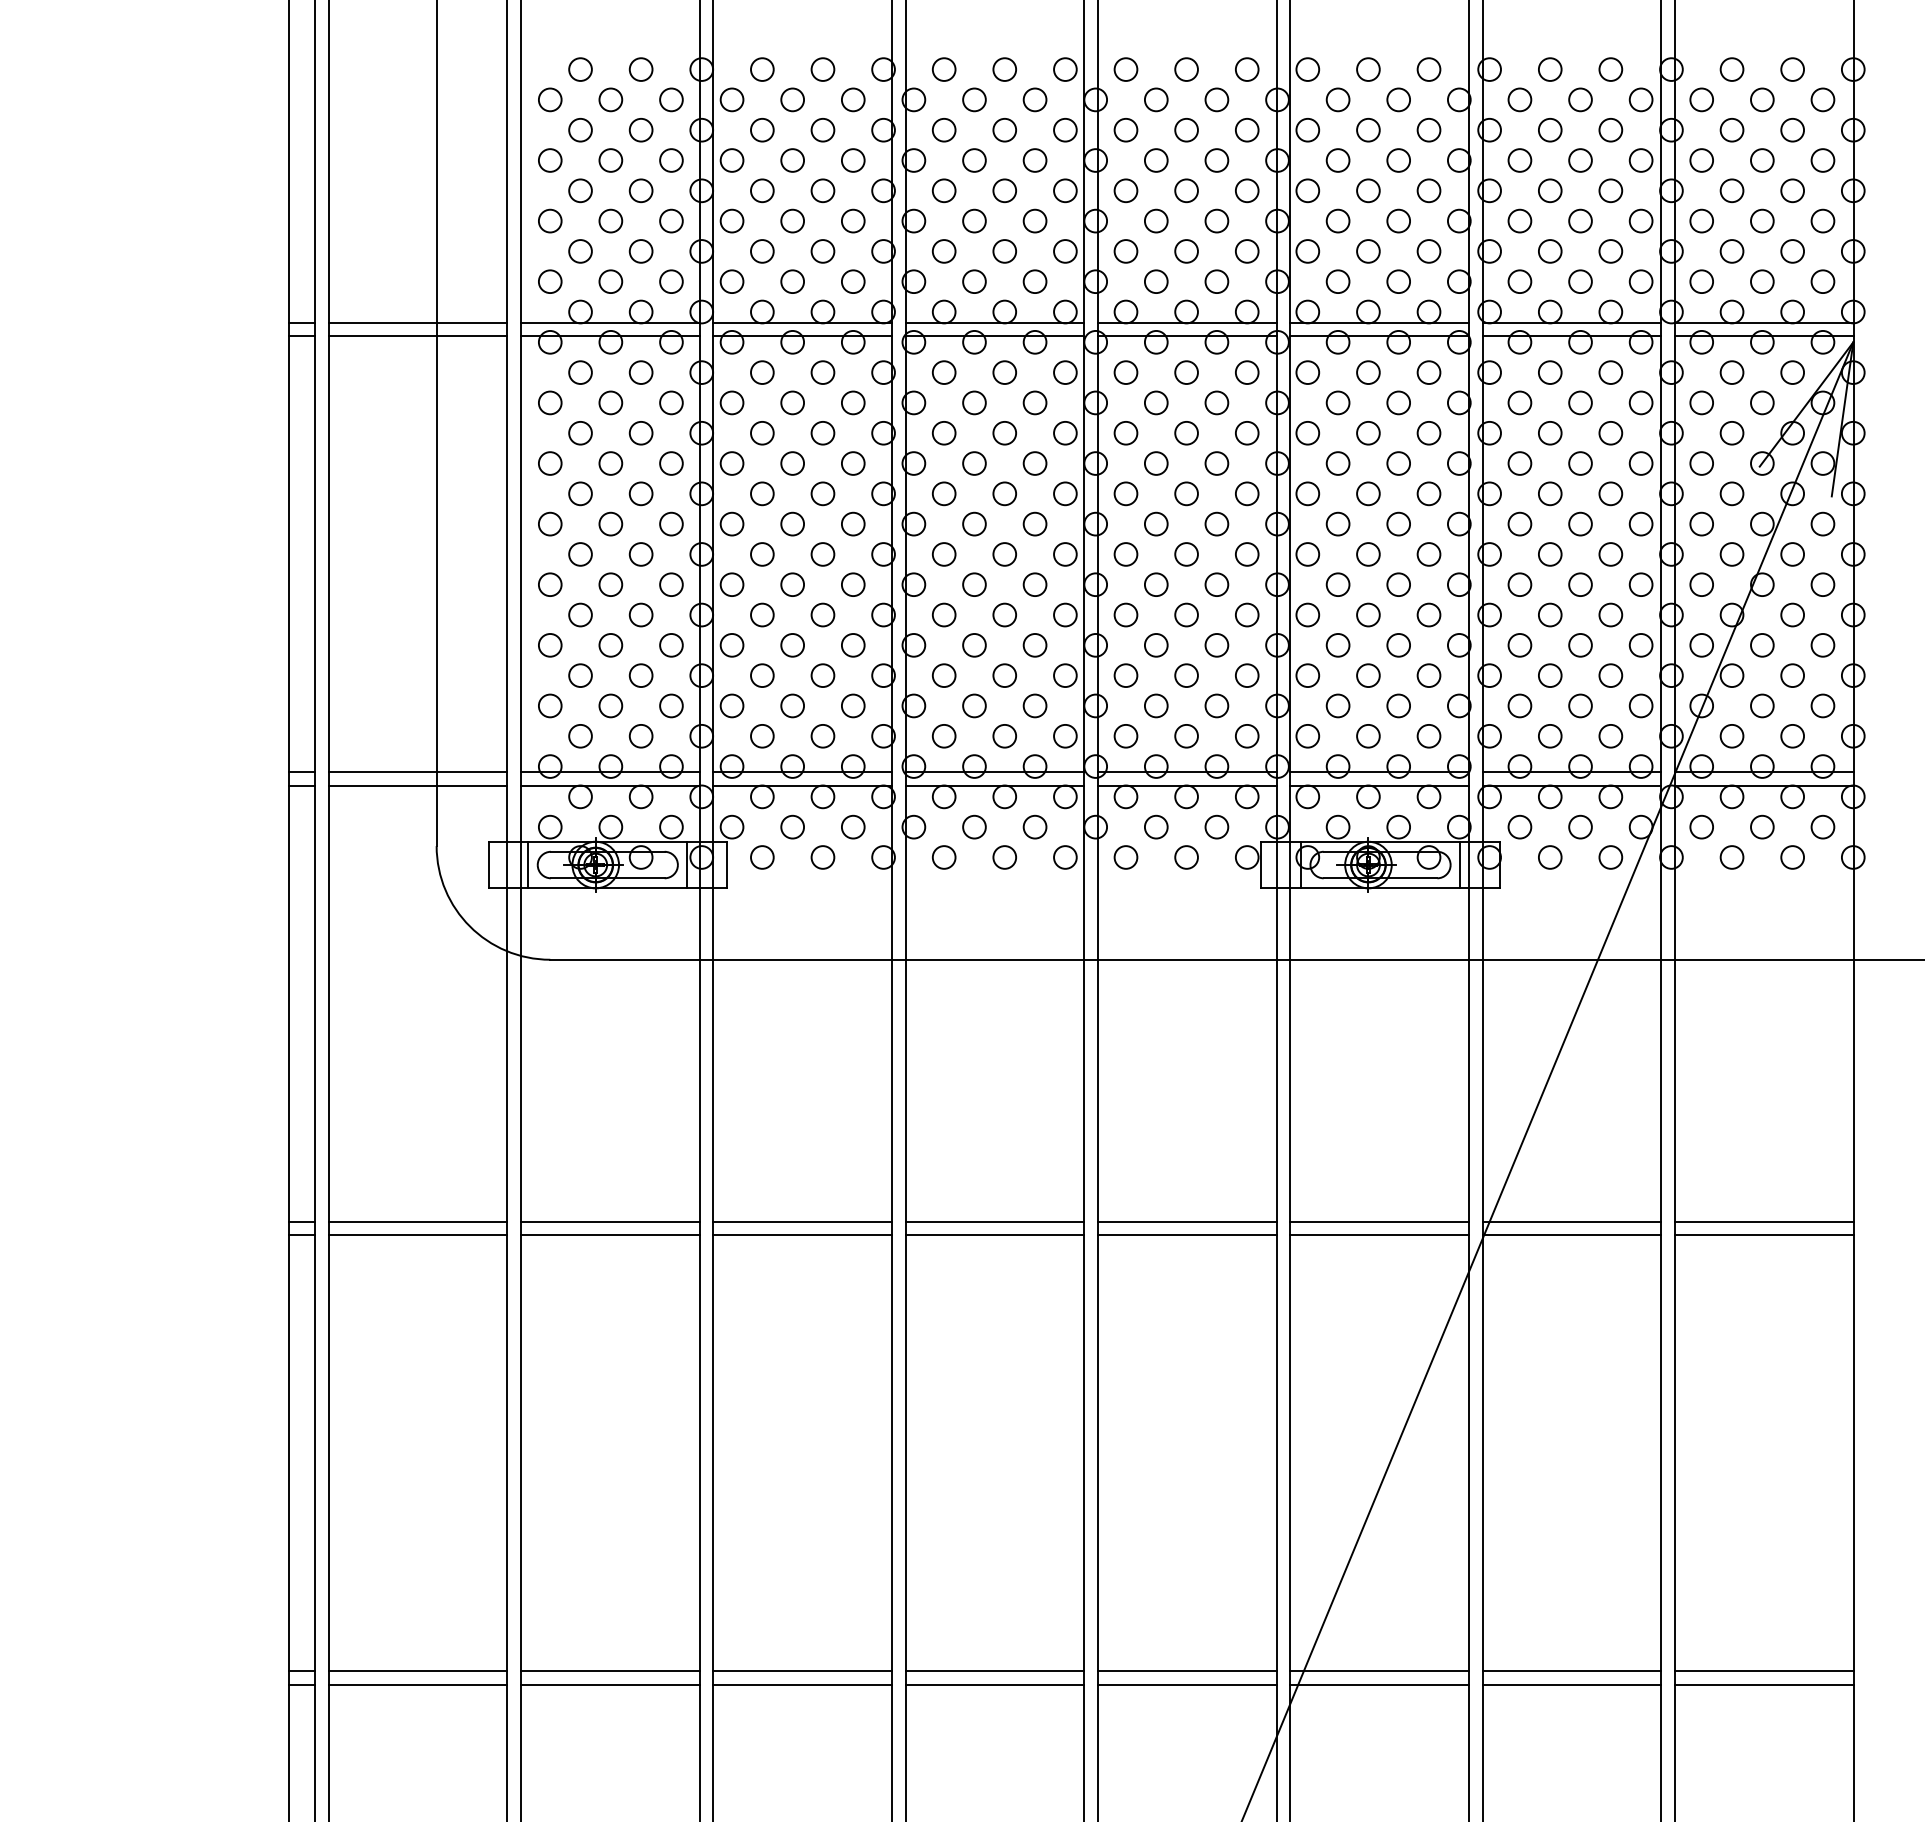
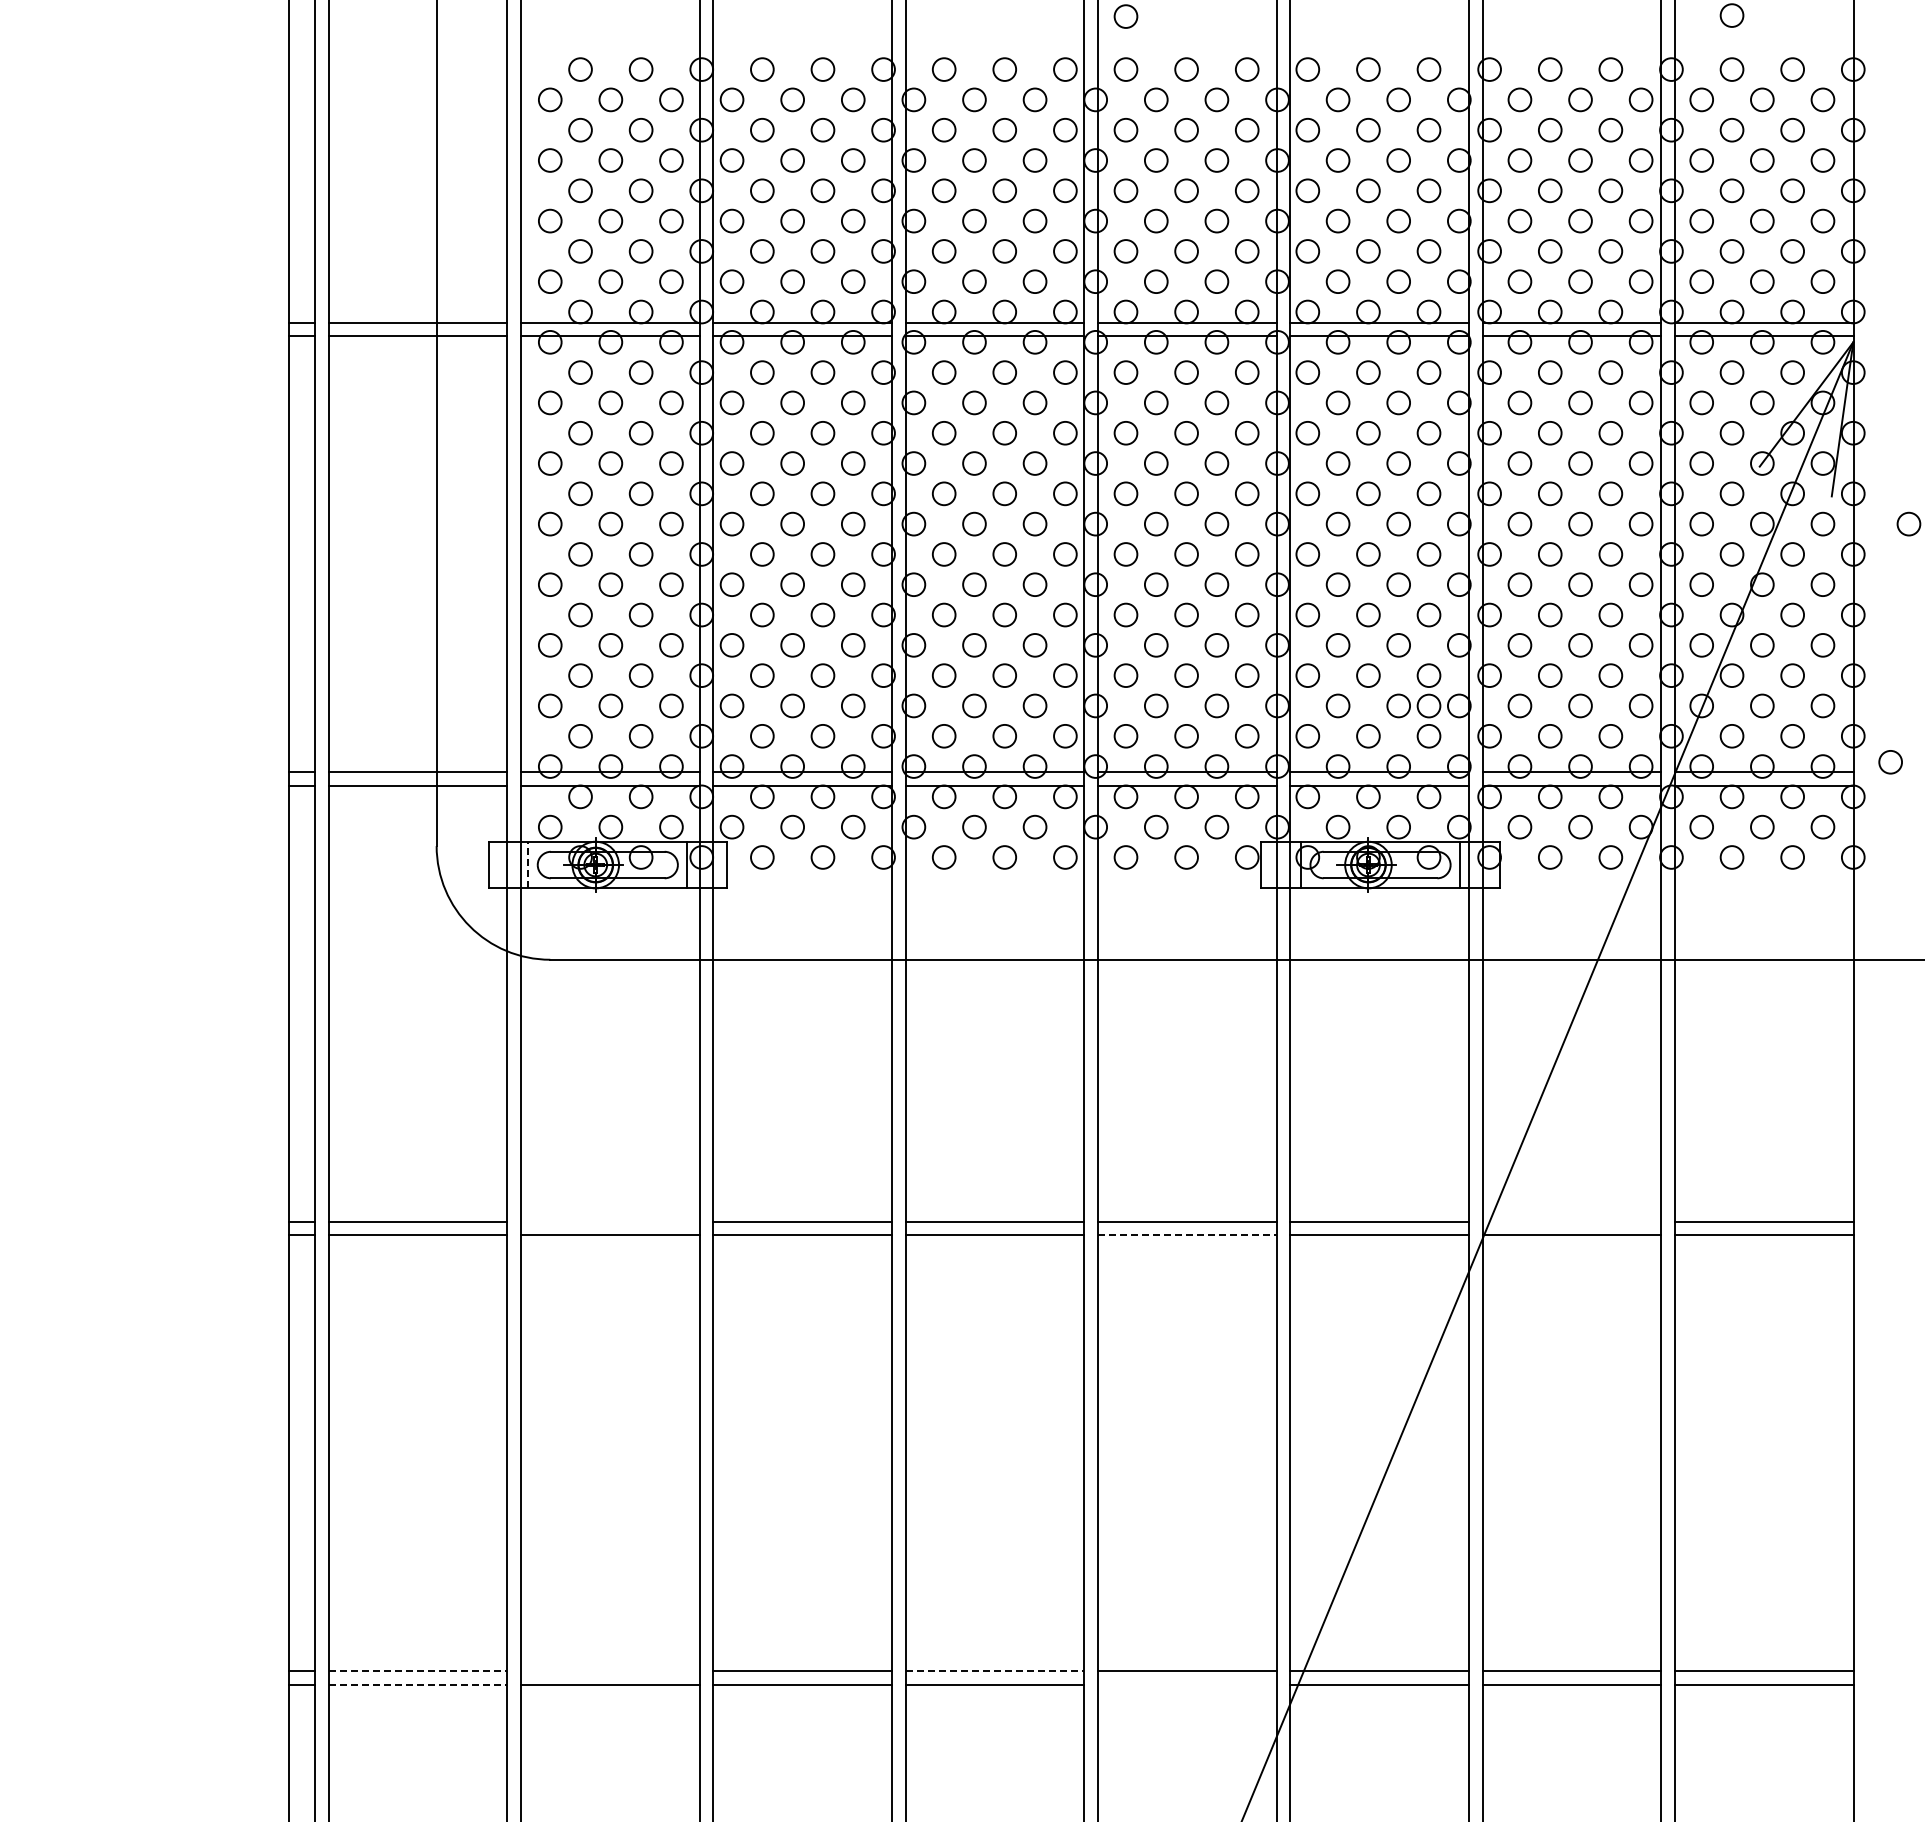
circle at (1731, 15): none -> present
circle at (1125, 16): none -> present
circle at (1908, 523): none -> present
circle at (1428, 705): none -> present
circle at (1890, 762): none -> present
line at (528, 865): solid -> dashed
line at (610, 1221): present -> none
line at (1571, 1221): present -> none
line at (1187, 1235): solid -> dashed
line at (418, 1671): solid -> dashed
line at (610, 1671): present -> none
line at (995, 1671): solid -> dashed
line at (418, 1684): solid -> dashed
line at (1187, 1684): present -> none
